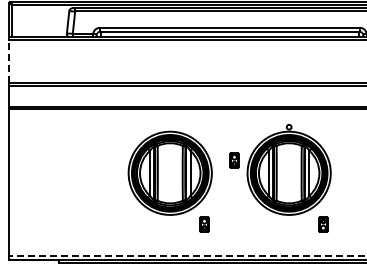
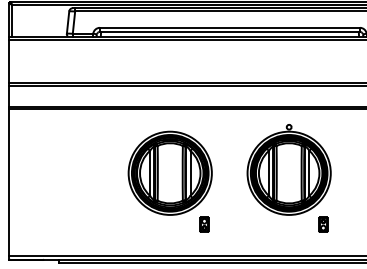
line at (8, 61): dashed -> solid
part at (234, 160): present -> none
line at (187, 255): dashed -> solid
